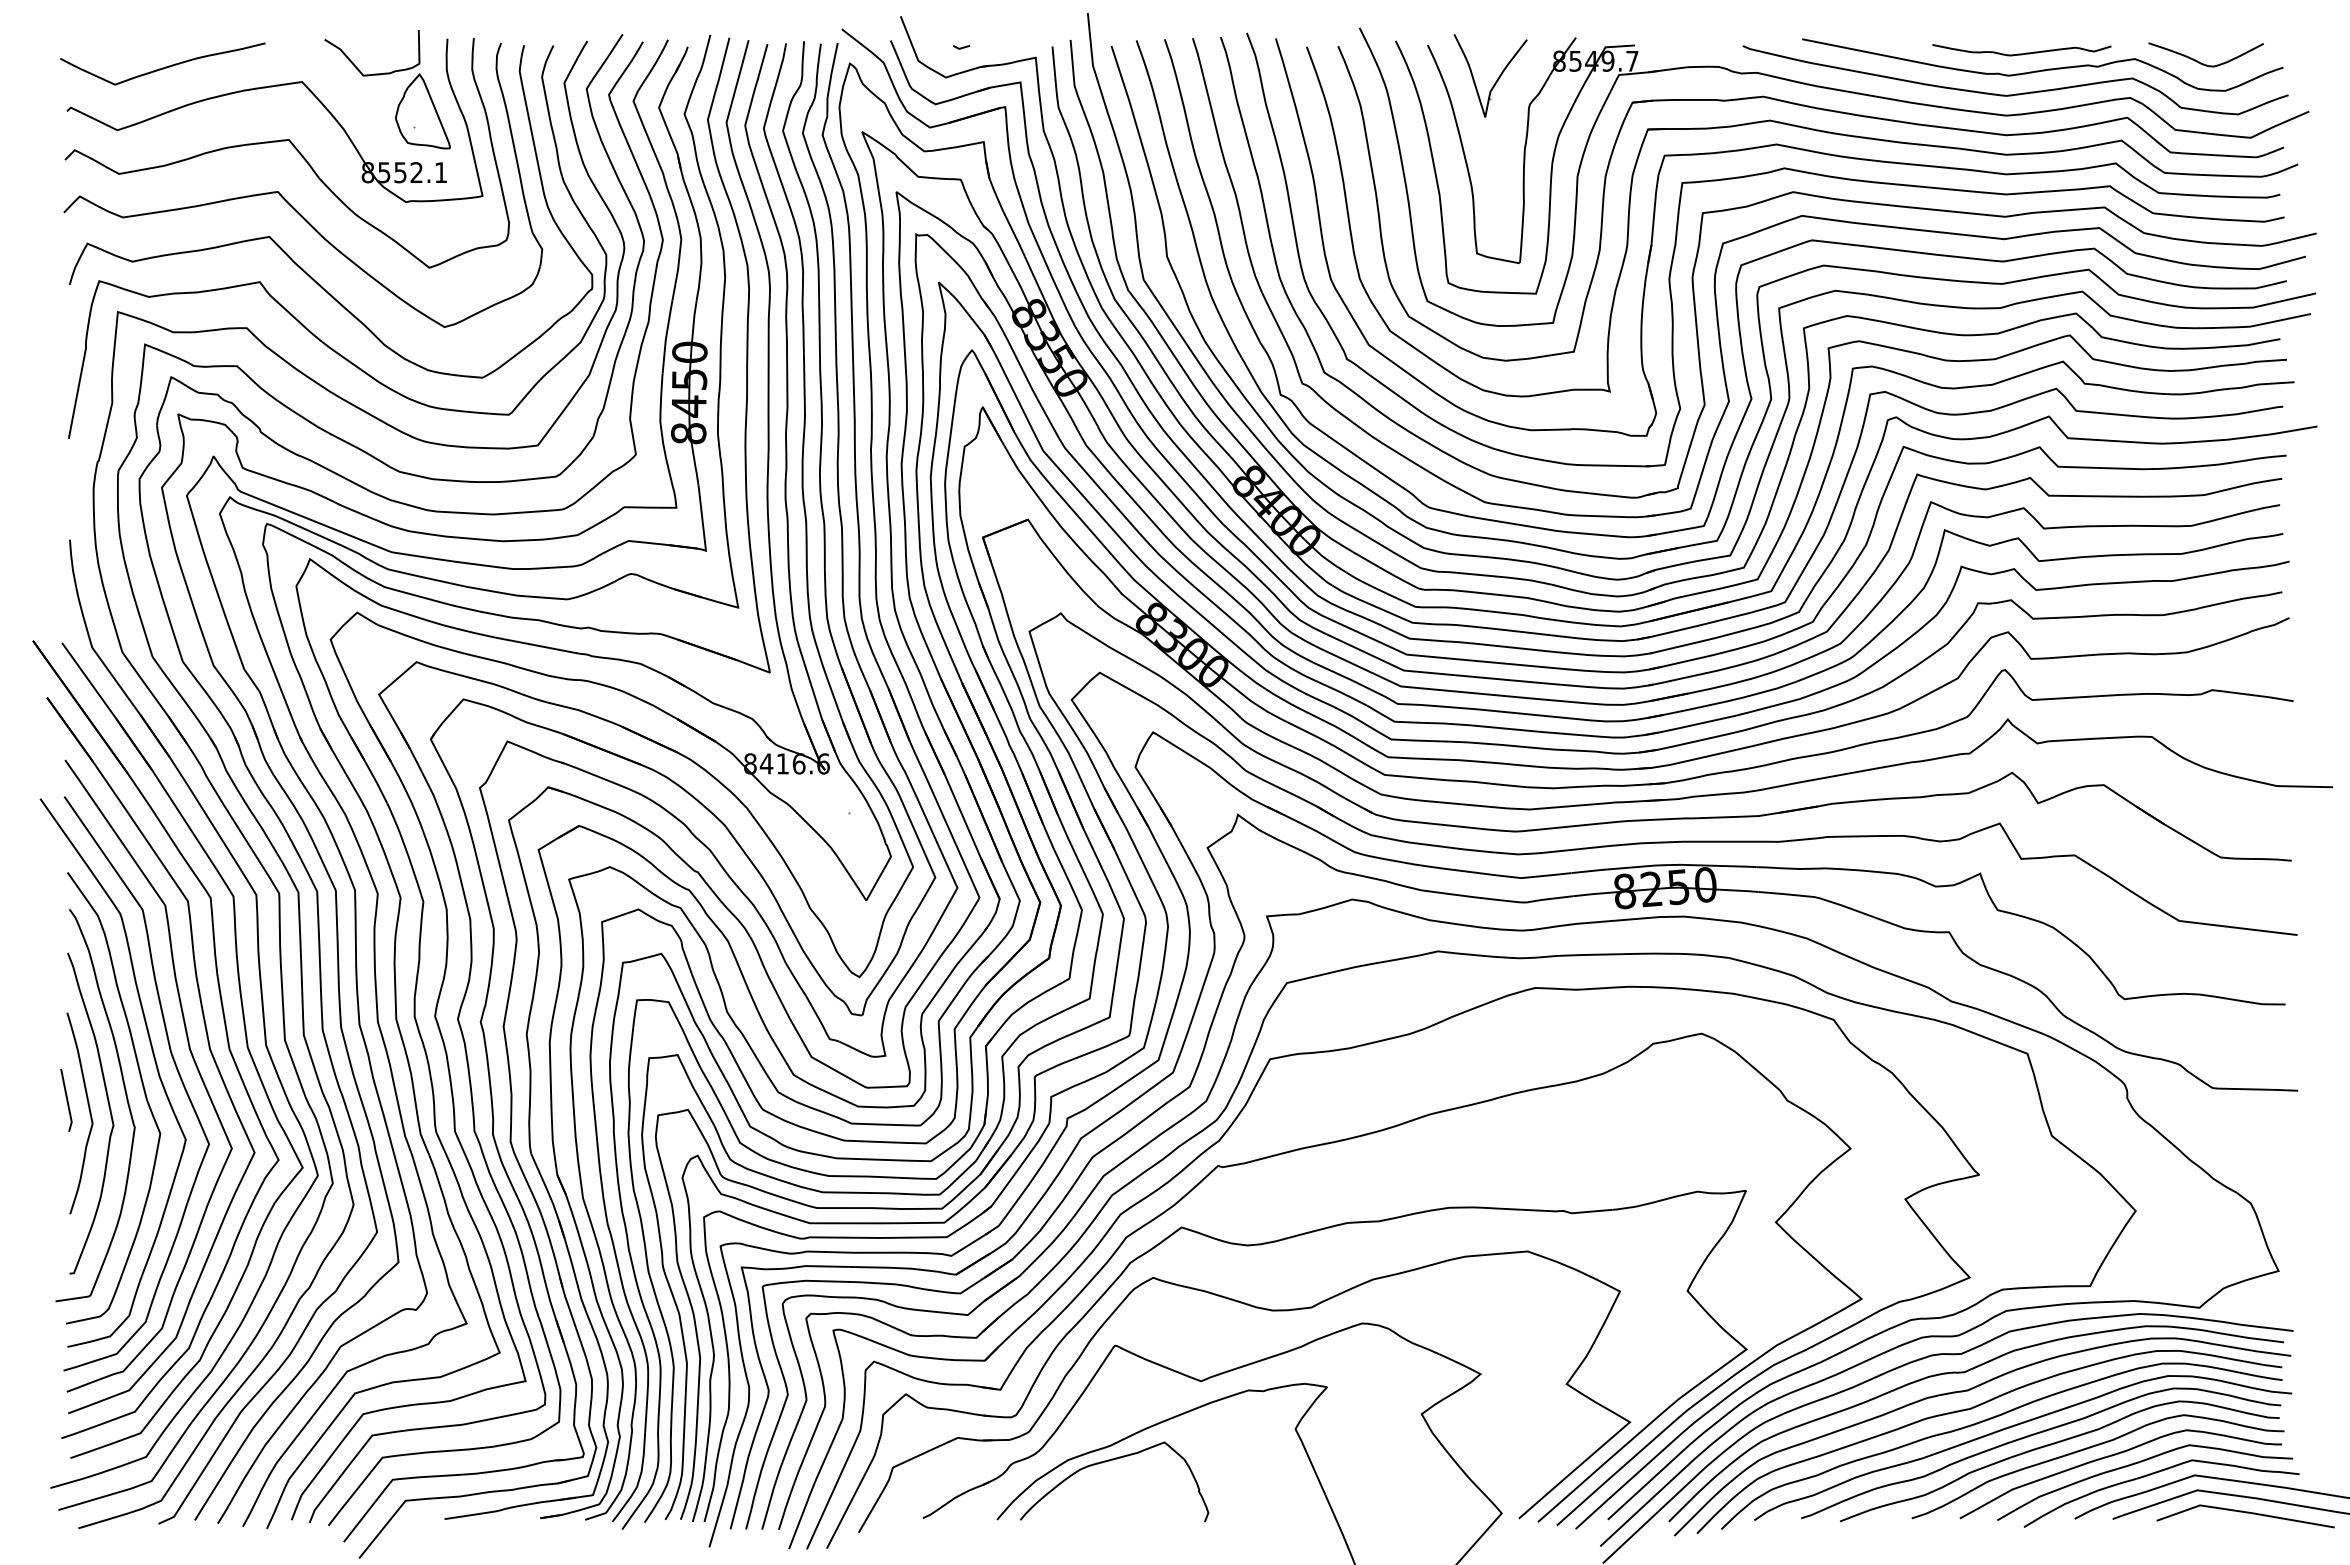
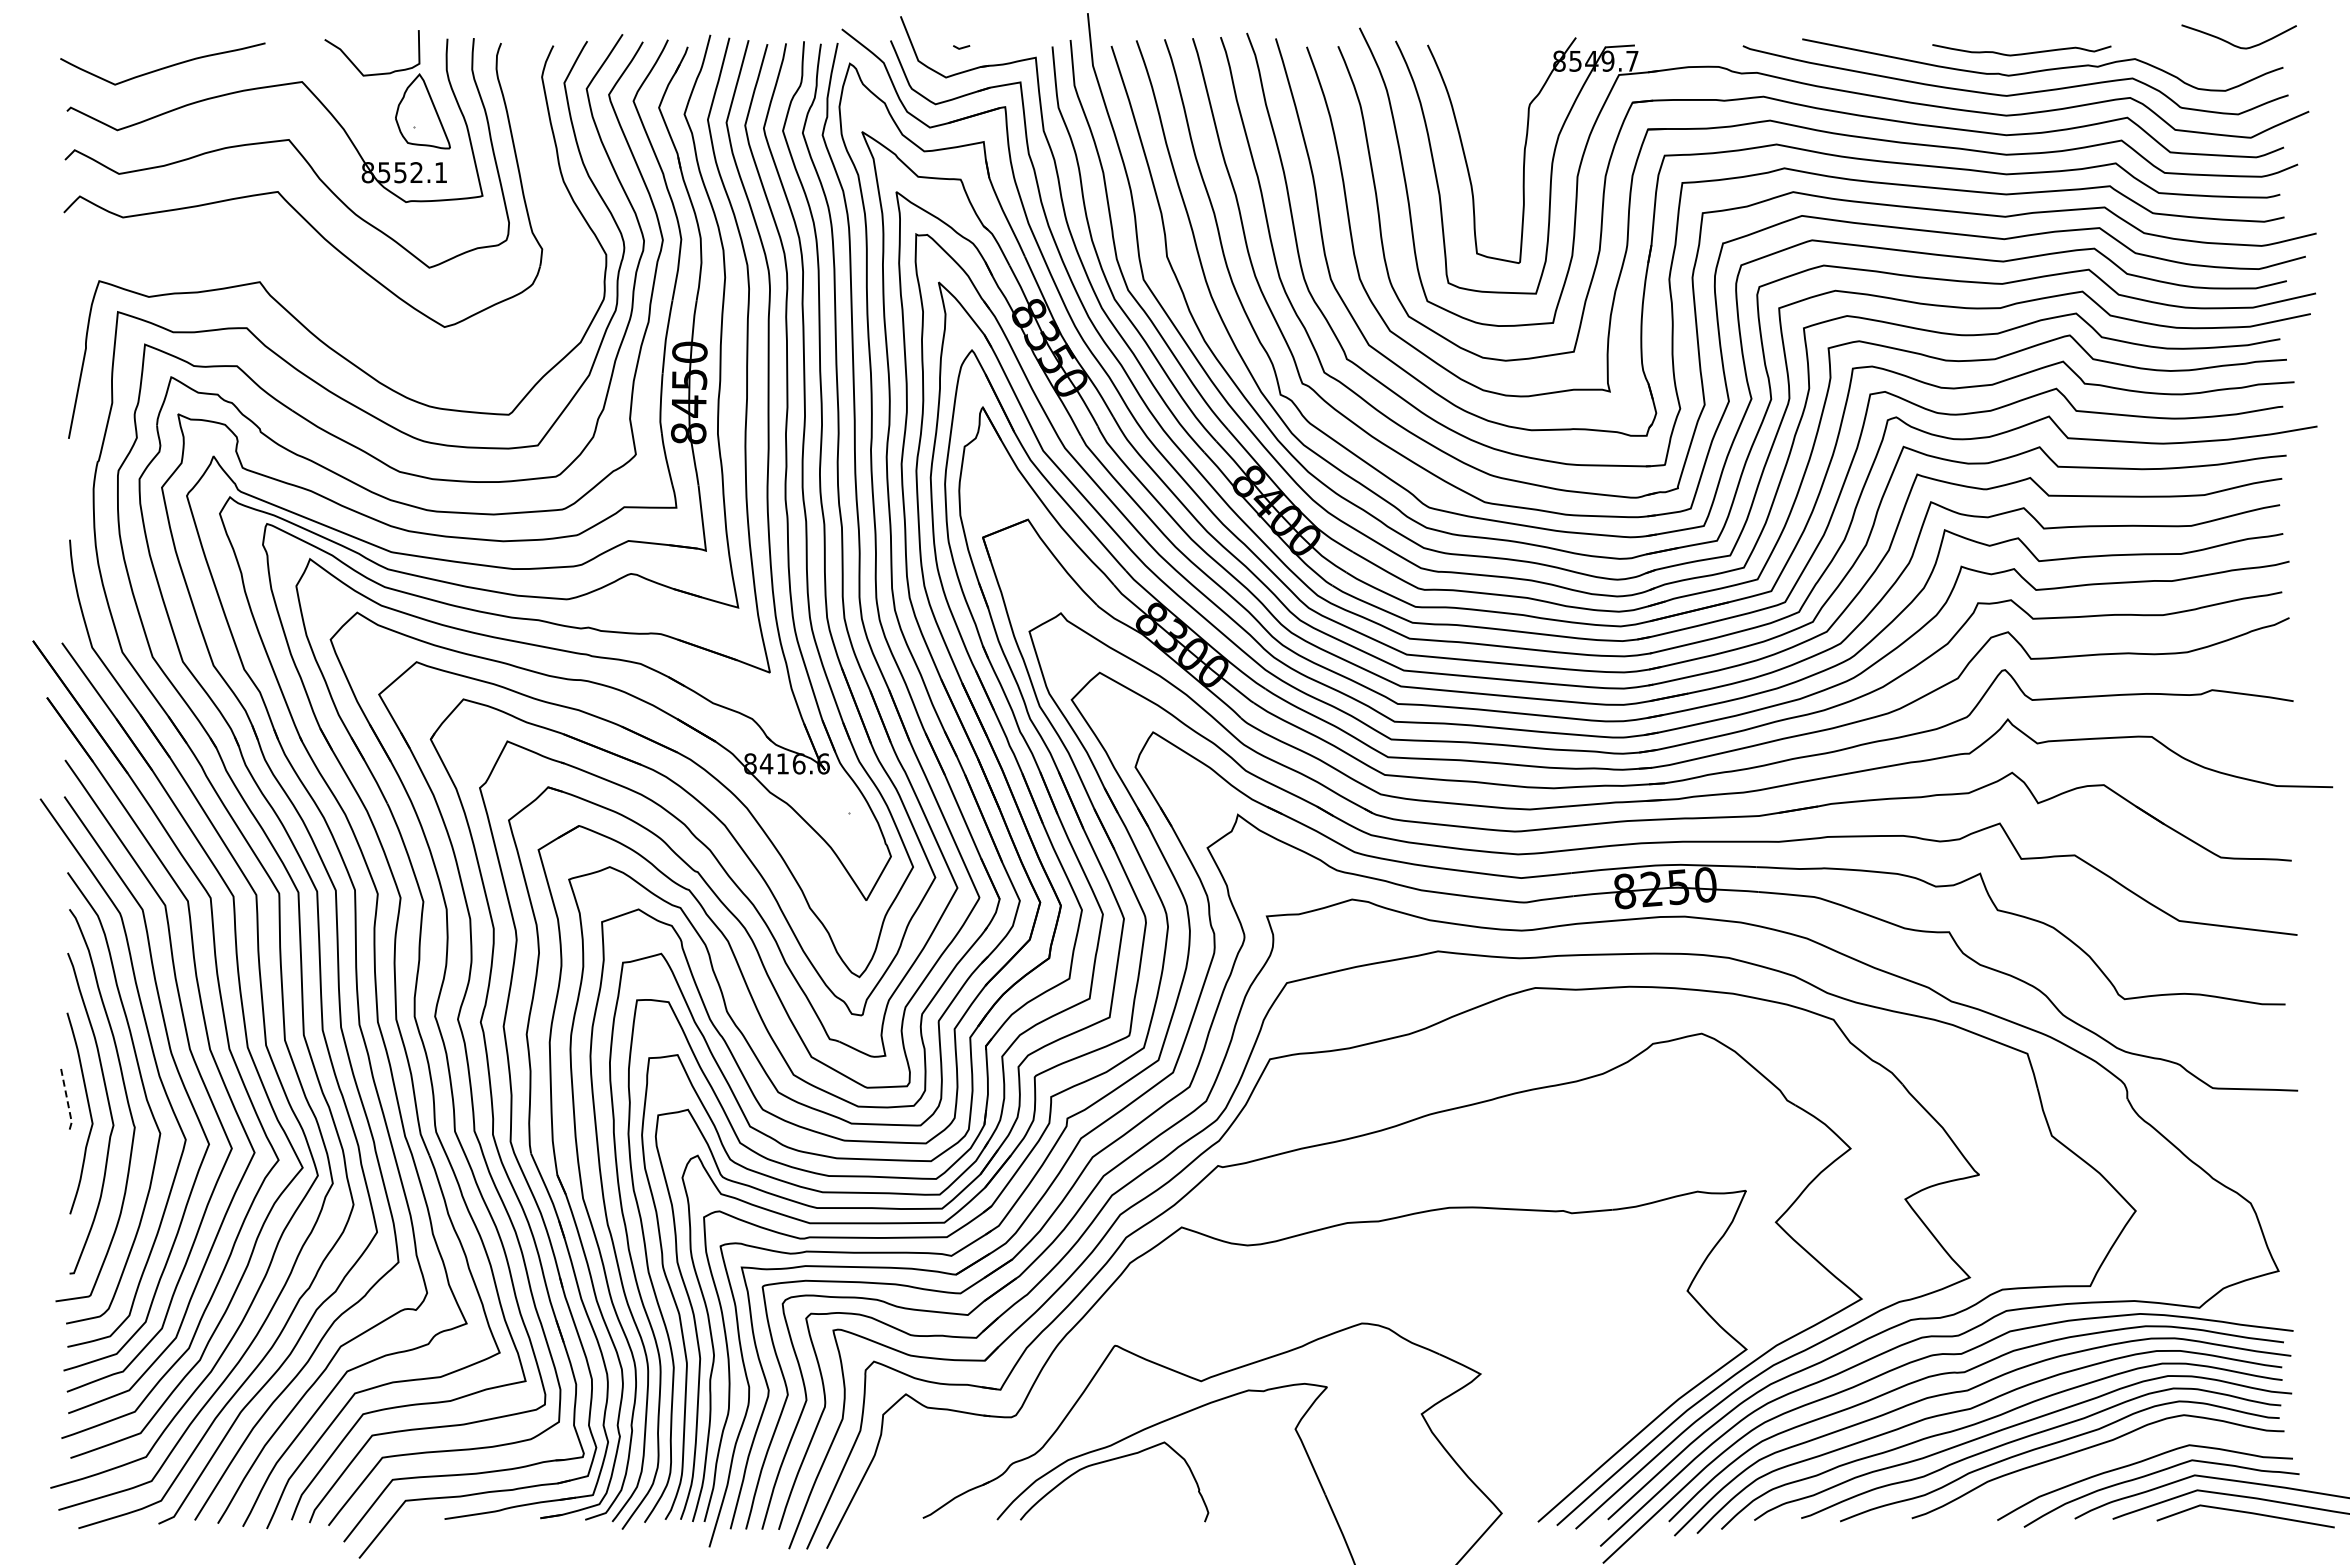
curve at (2201, 62) position: (2201, 62) -> (2234, 44)
part at (1497, 78): present -> none
curve at (288, 254): present -> none
line at (67, 1100): solid -> dashed
part at (1260, 1309): present -> none
curve at (2115, 1455): present -> none
